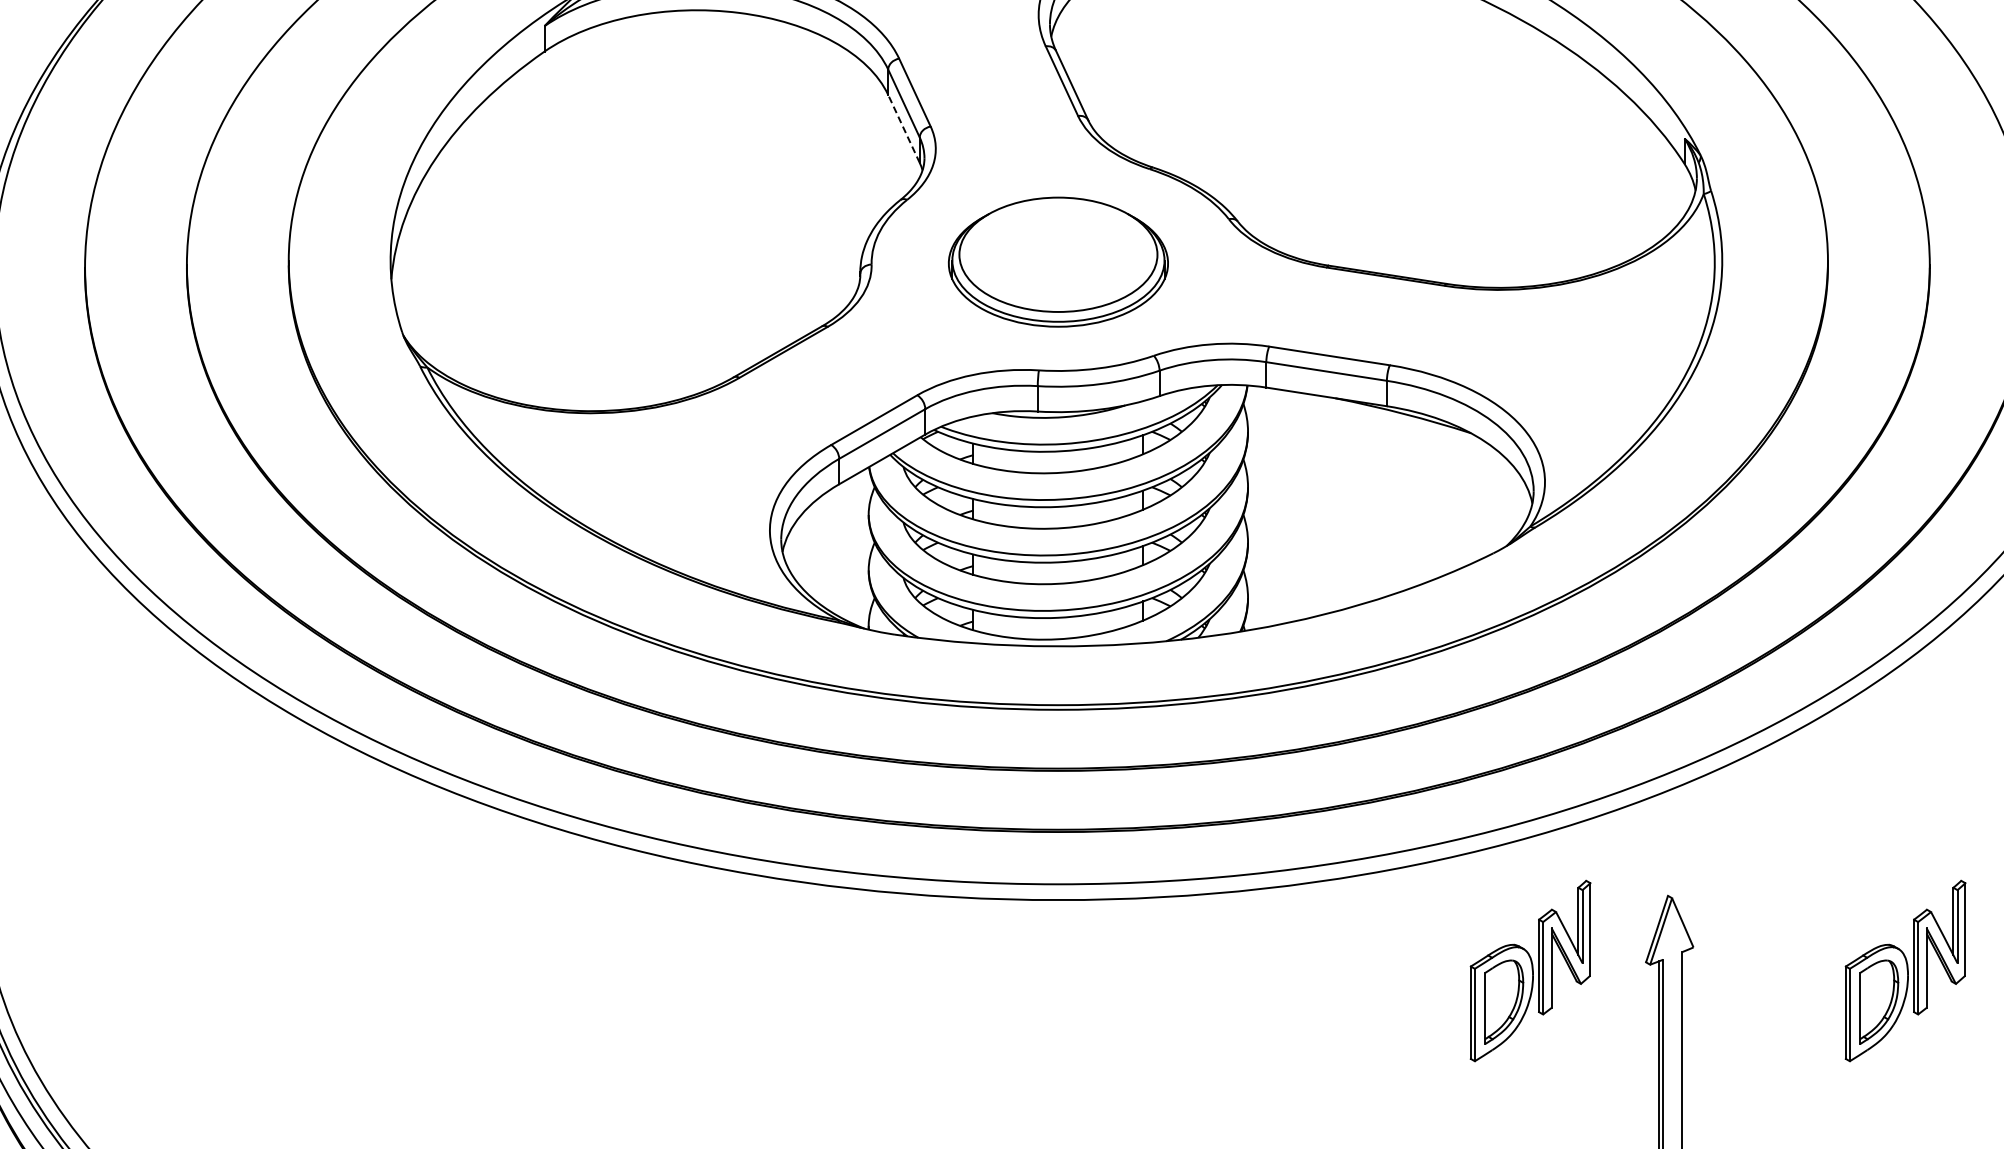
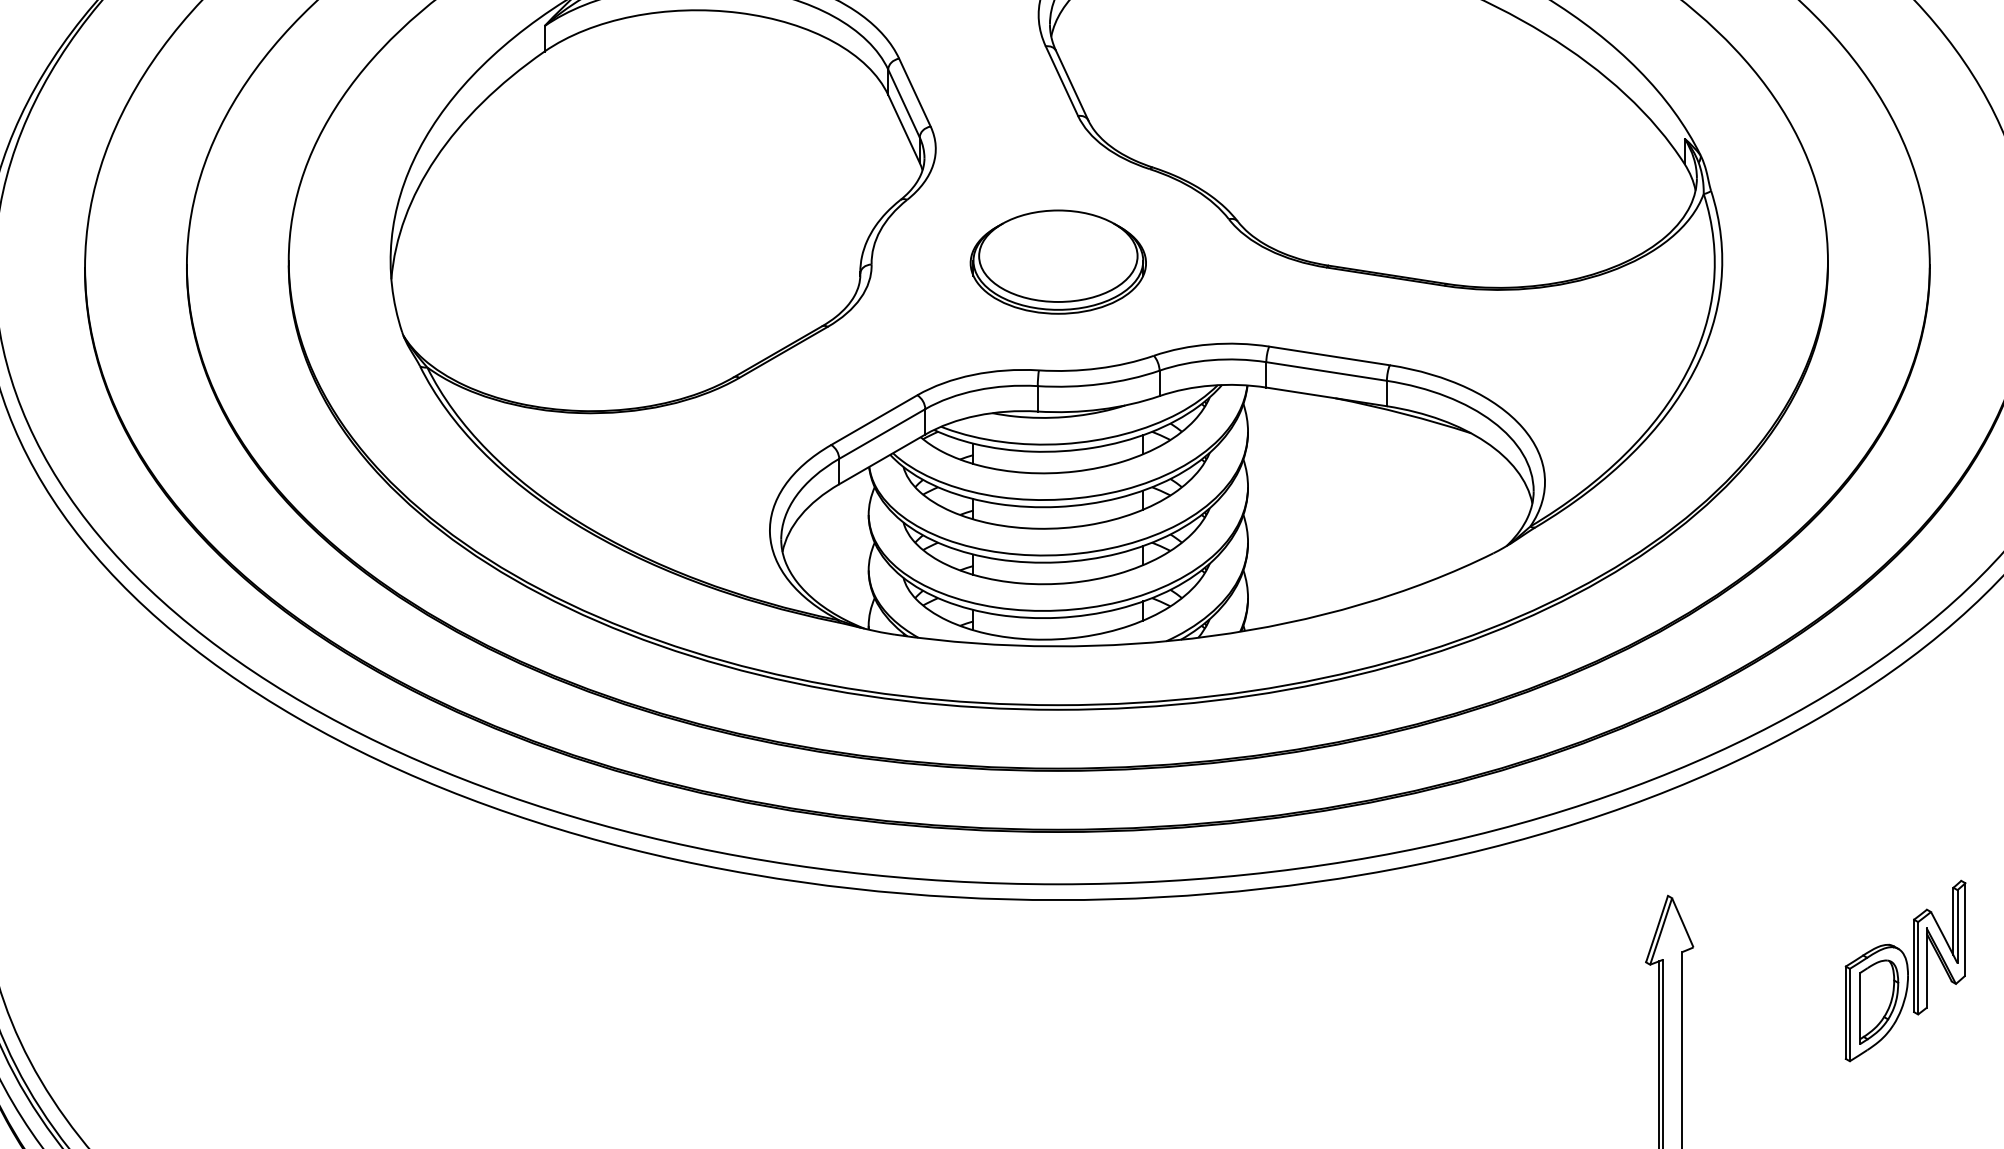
line at (903, 128): dashed -> solid
part at (1058, 261) size: 221x132 px -> 178x106 px
part at (1530, 970): present -> none
